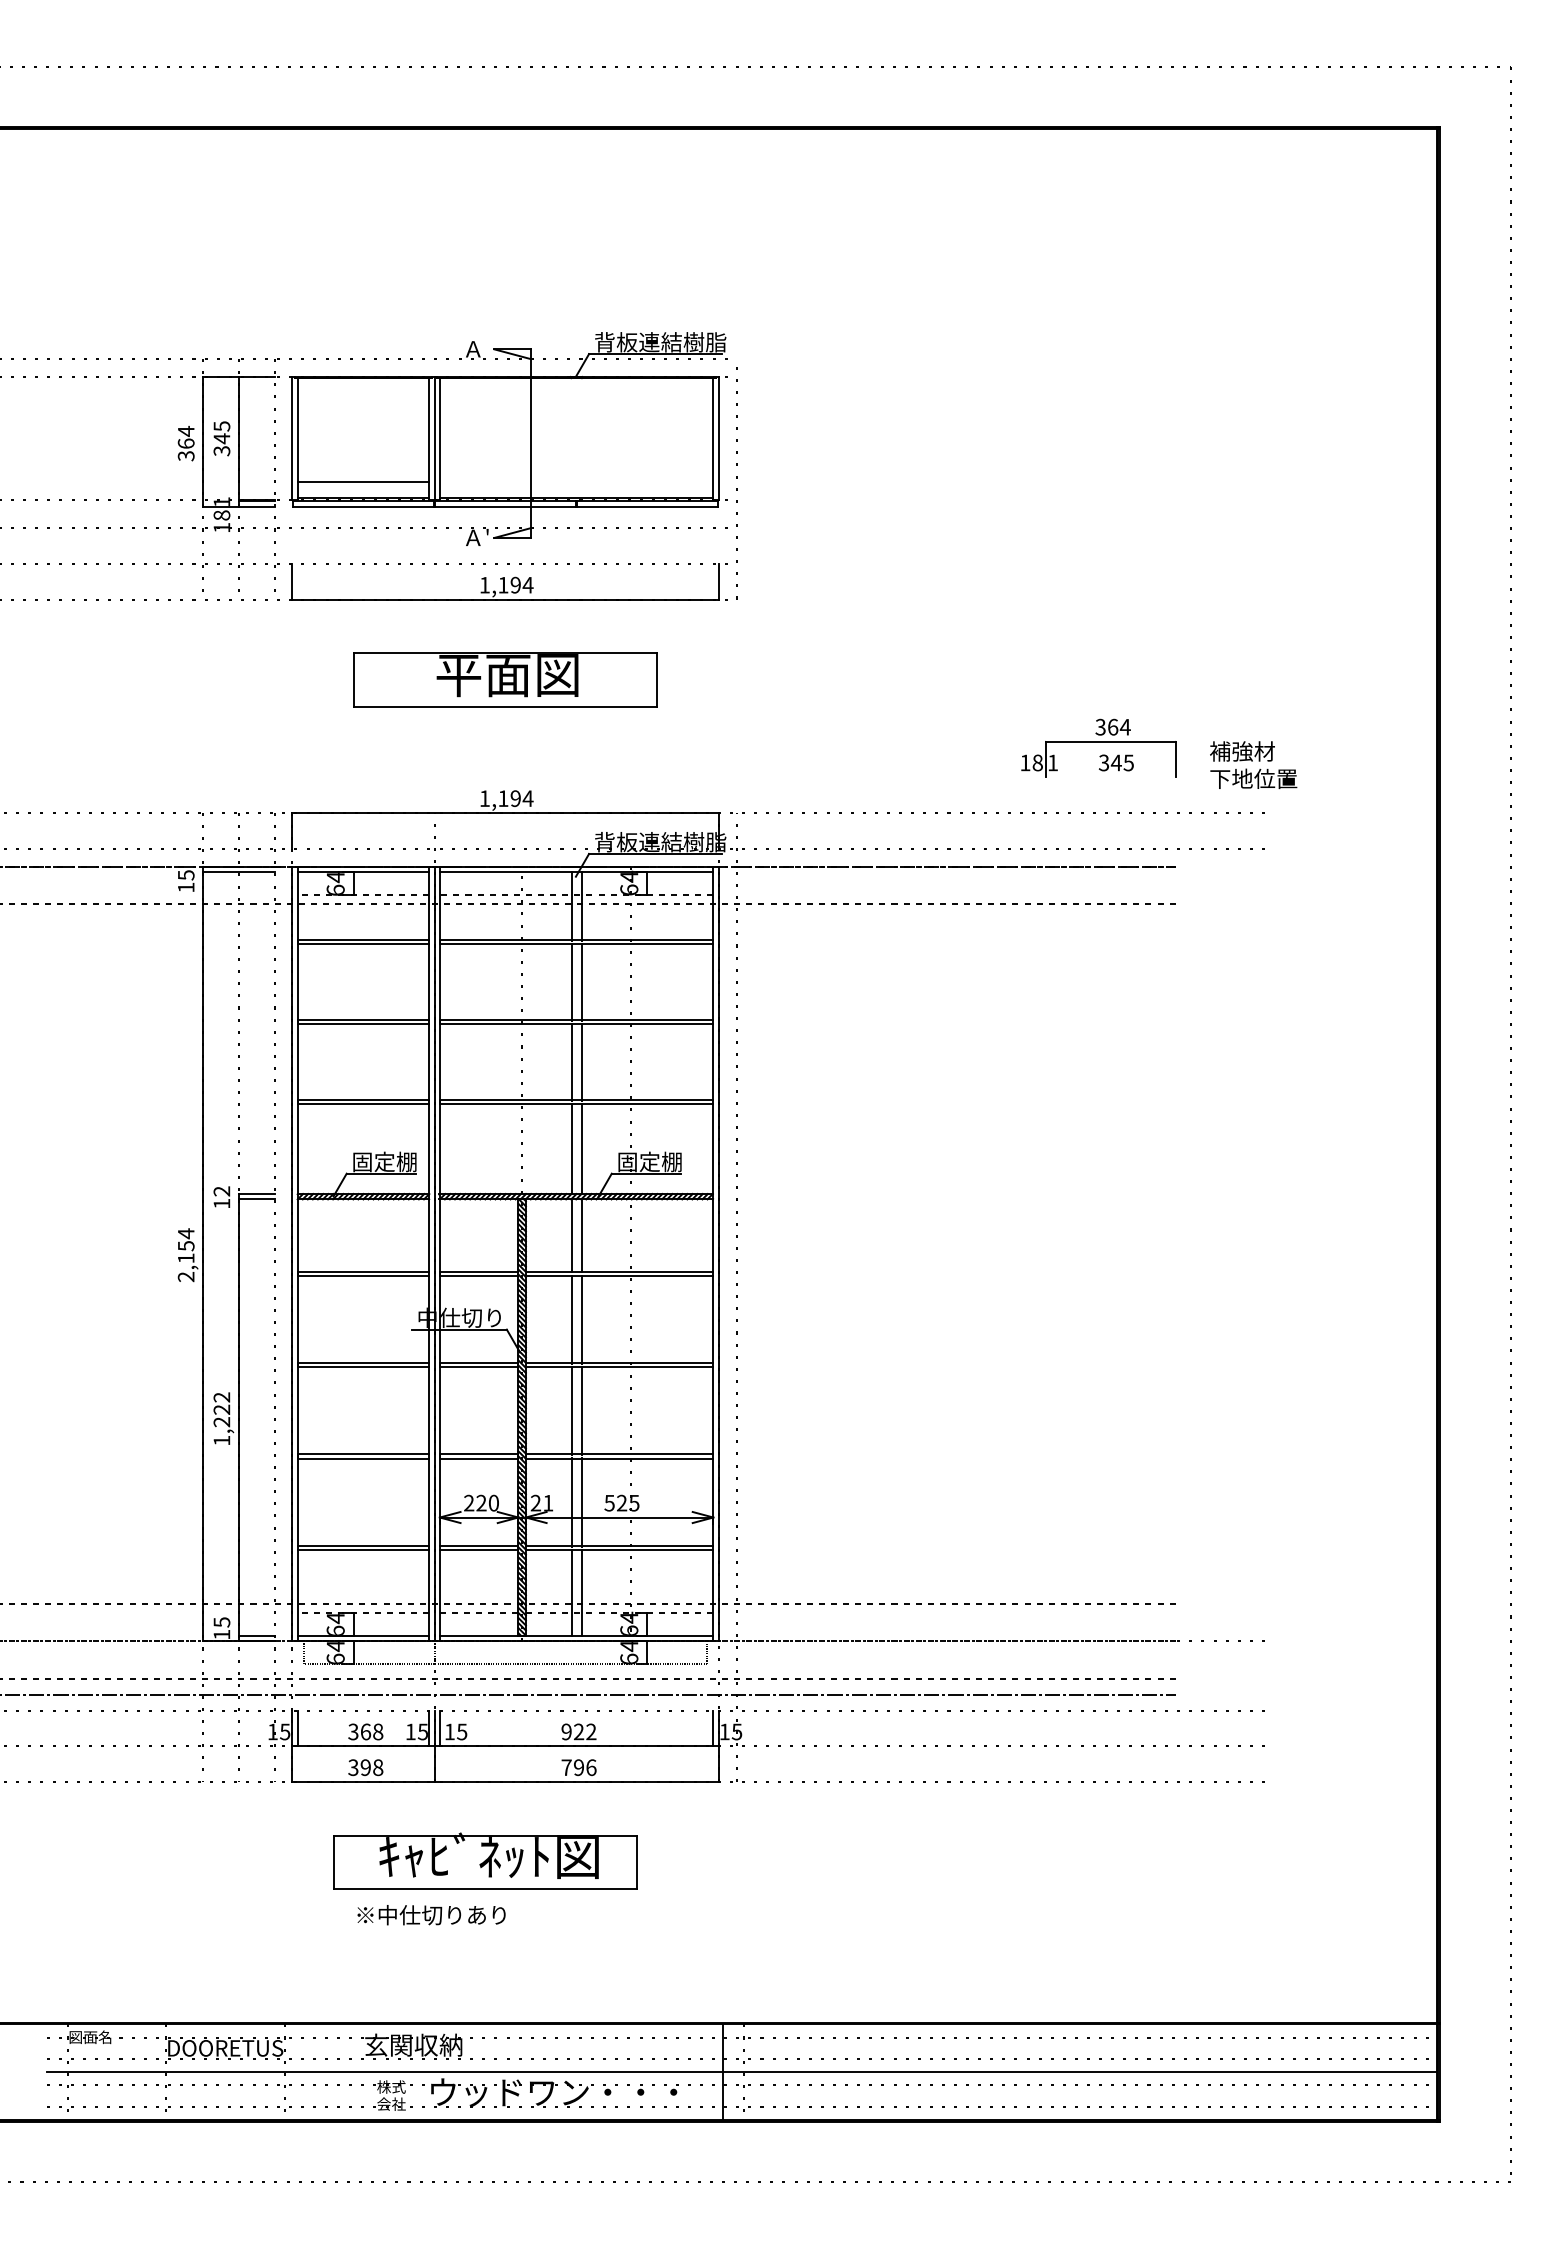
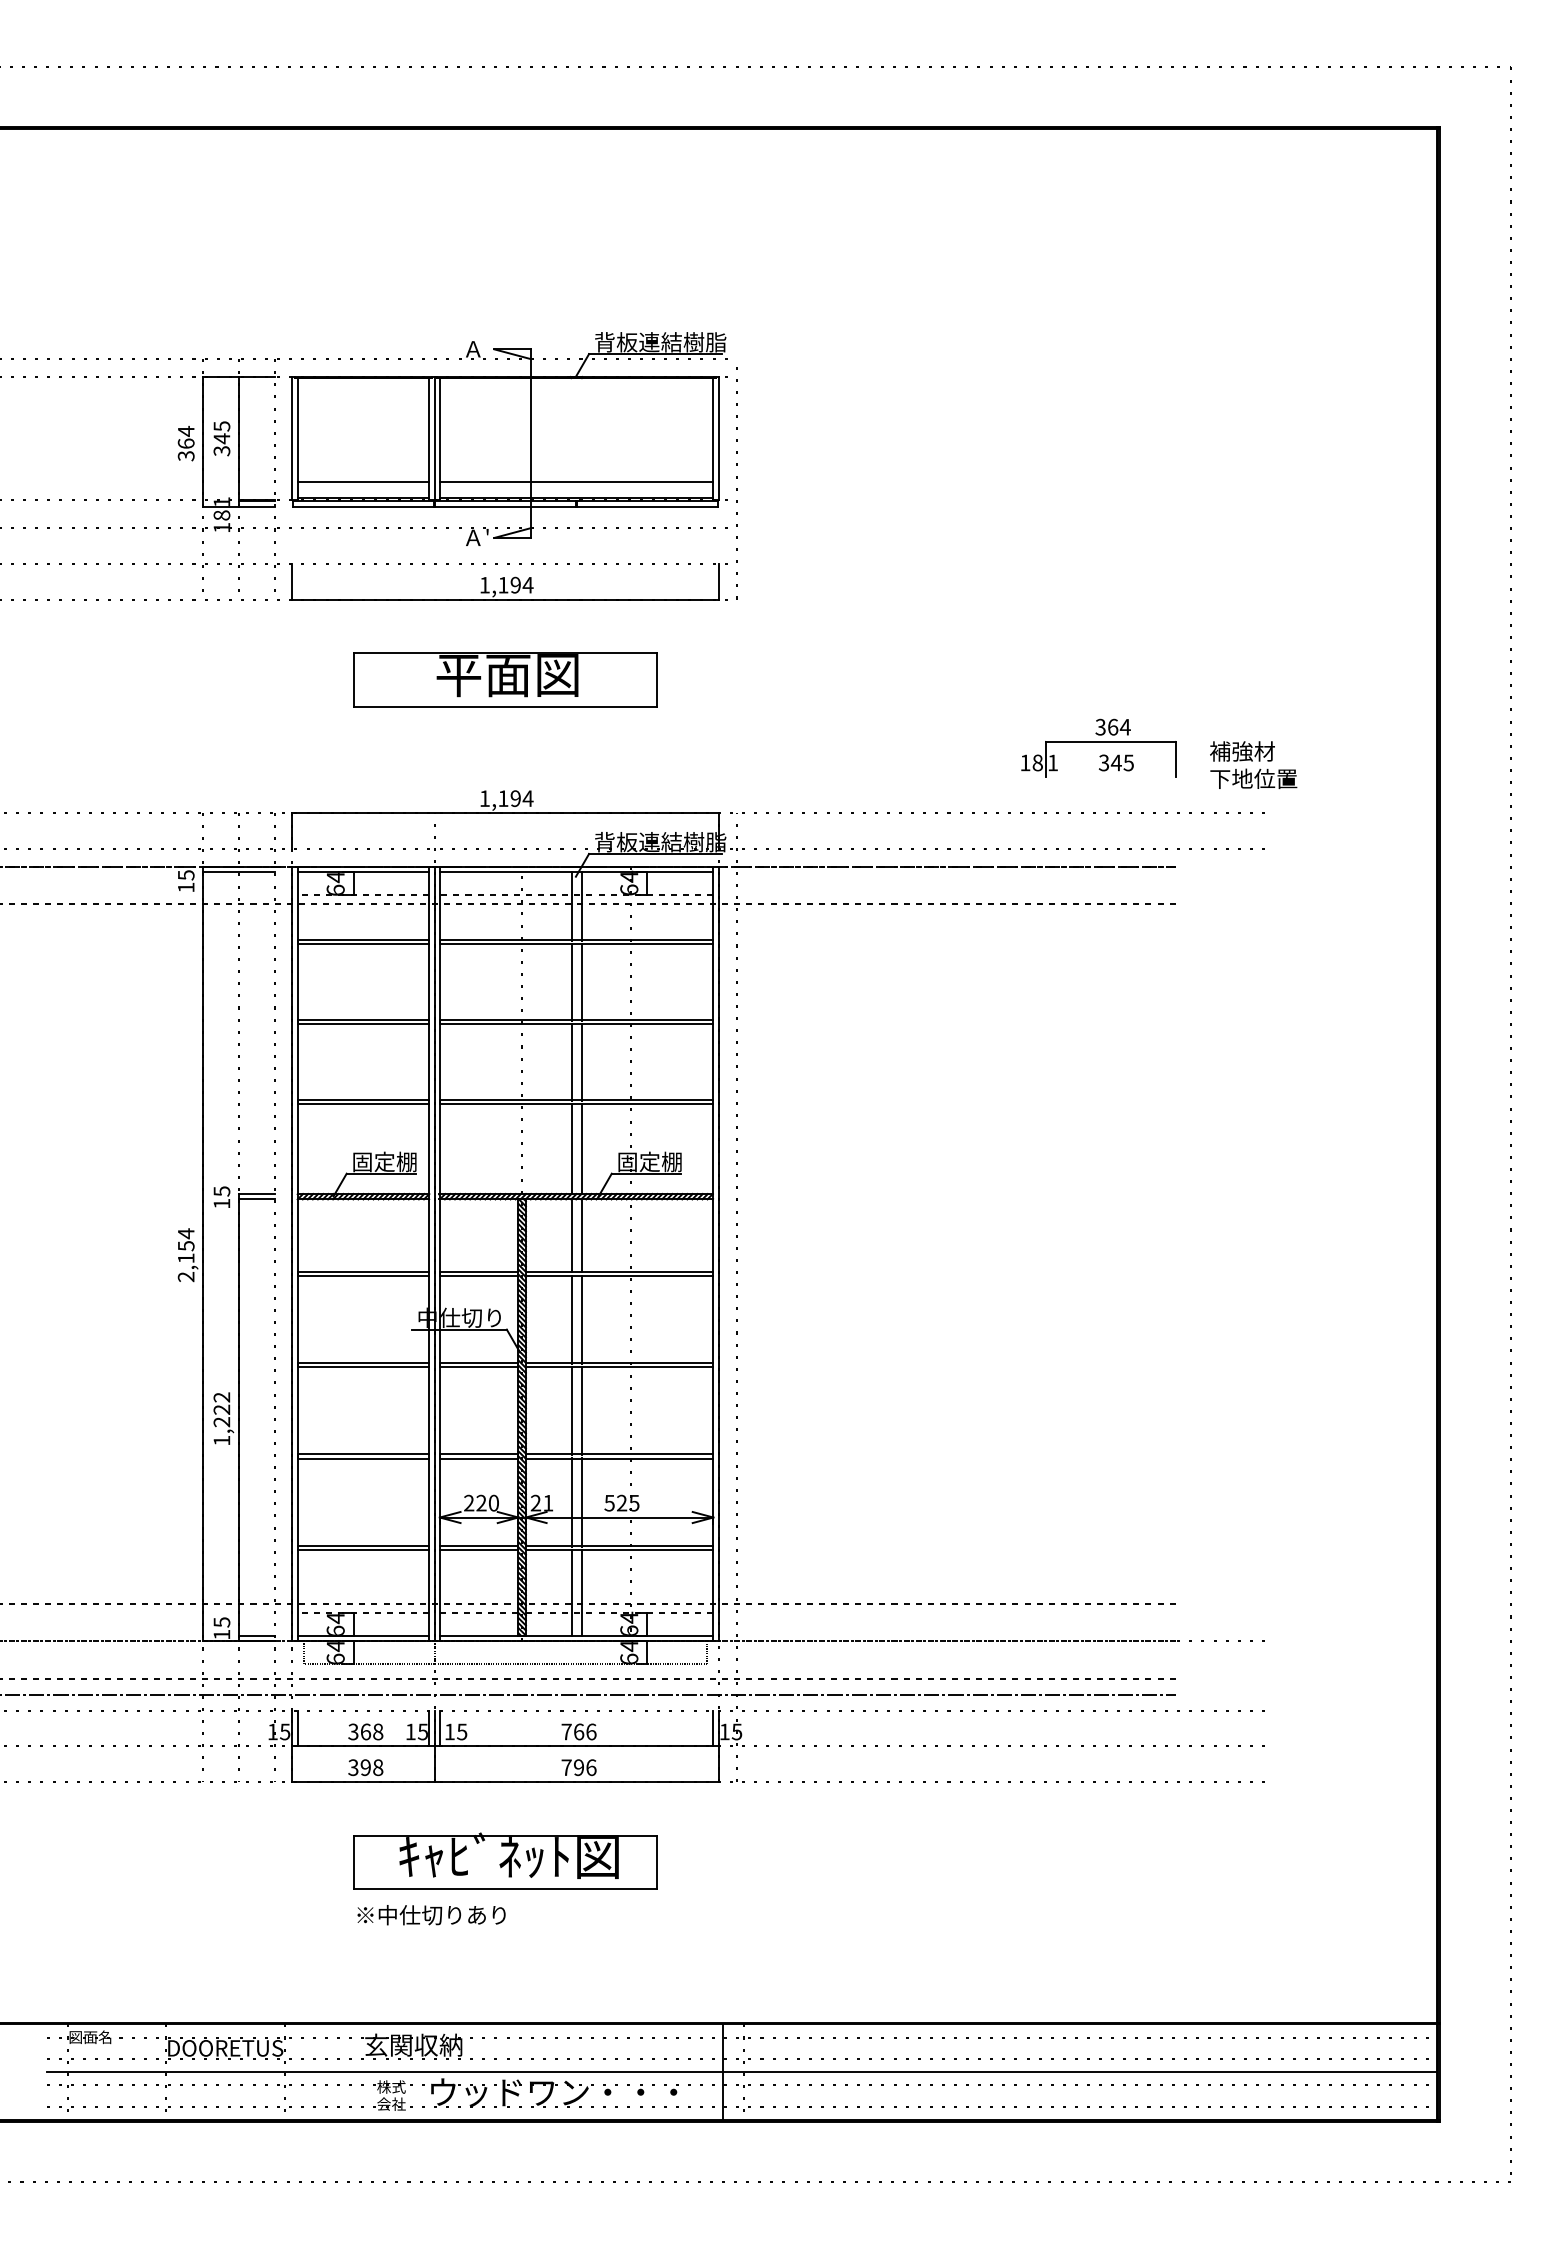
line at (576, 481): none -> present
text at (221, 1191): 12 -> 15
text at (578, 1731): 922 -> 766
part at (485, 1860) position: (485, 1860) -> (505, 1860)
